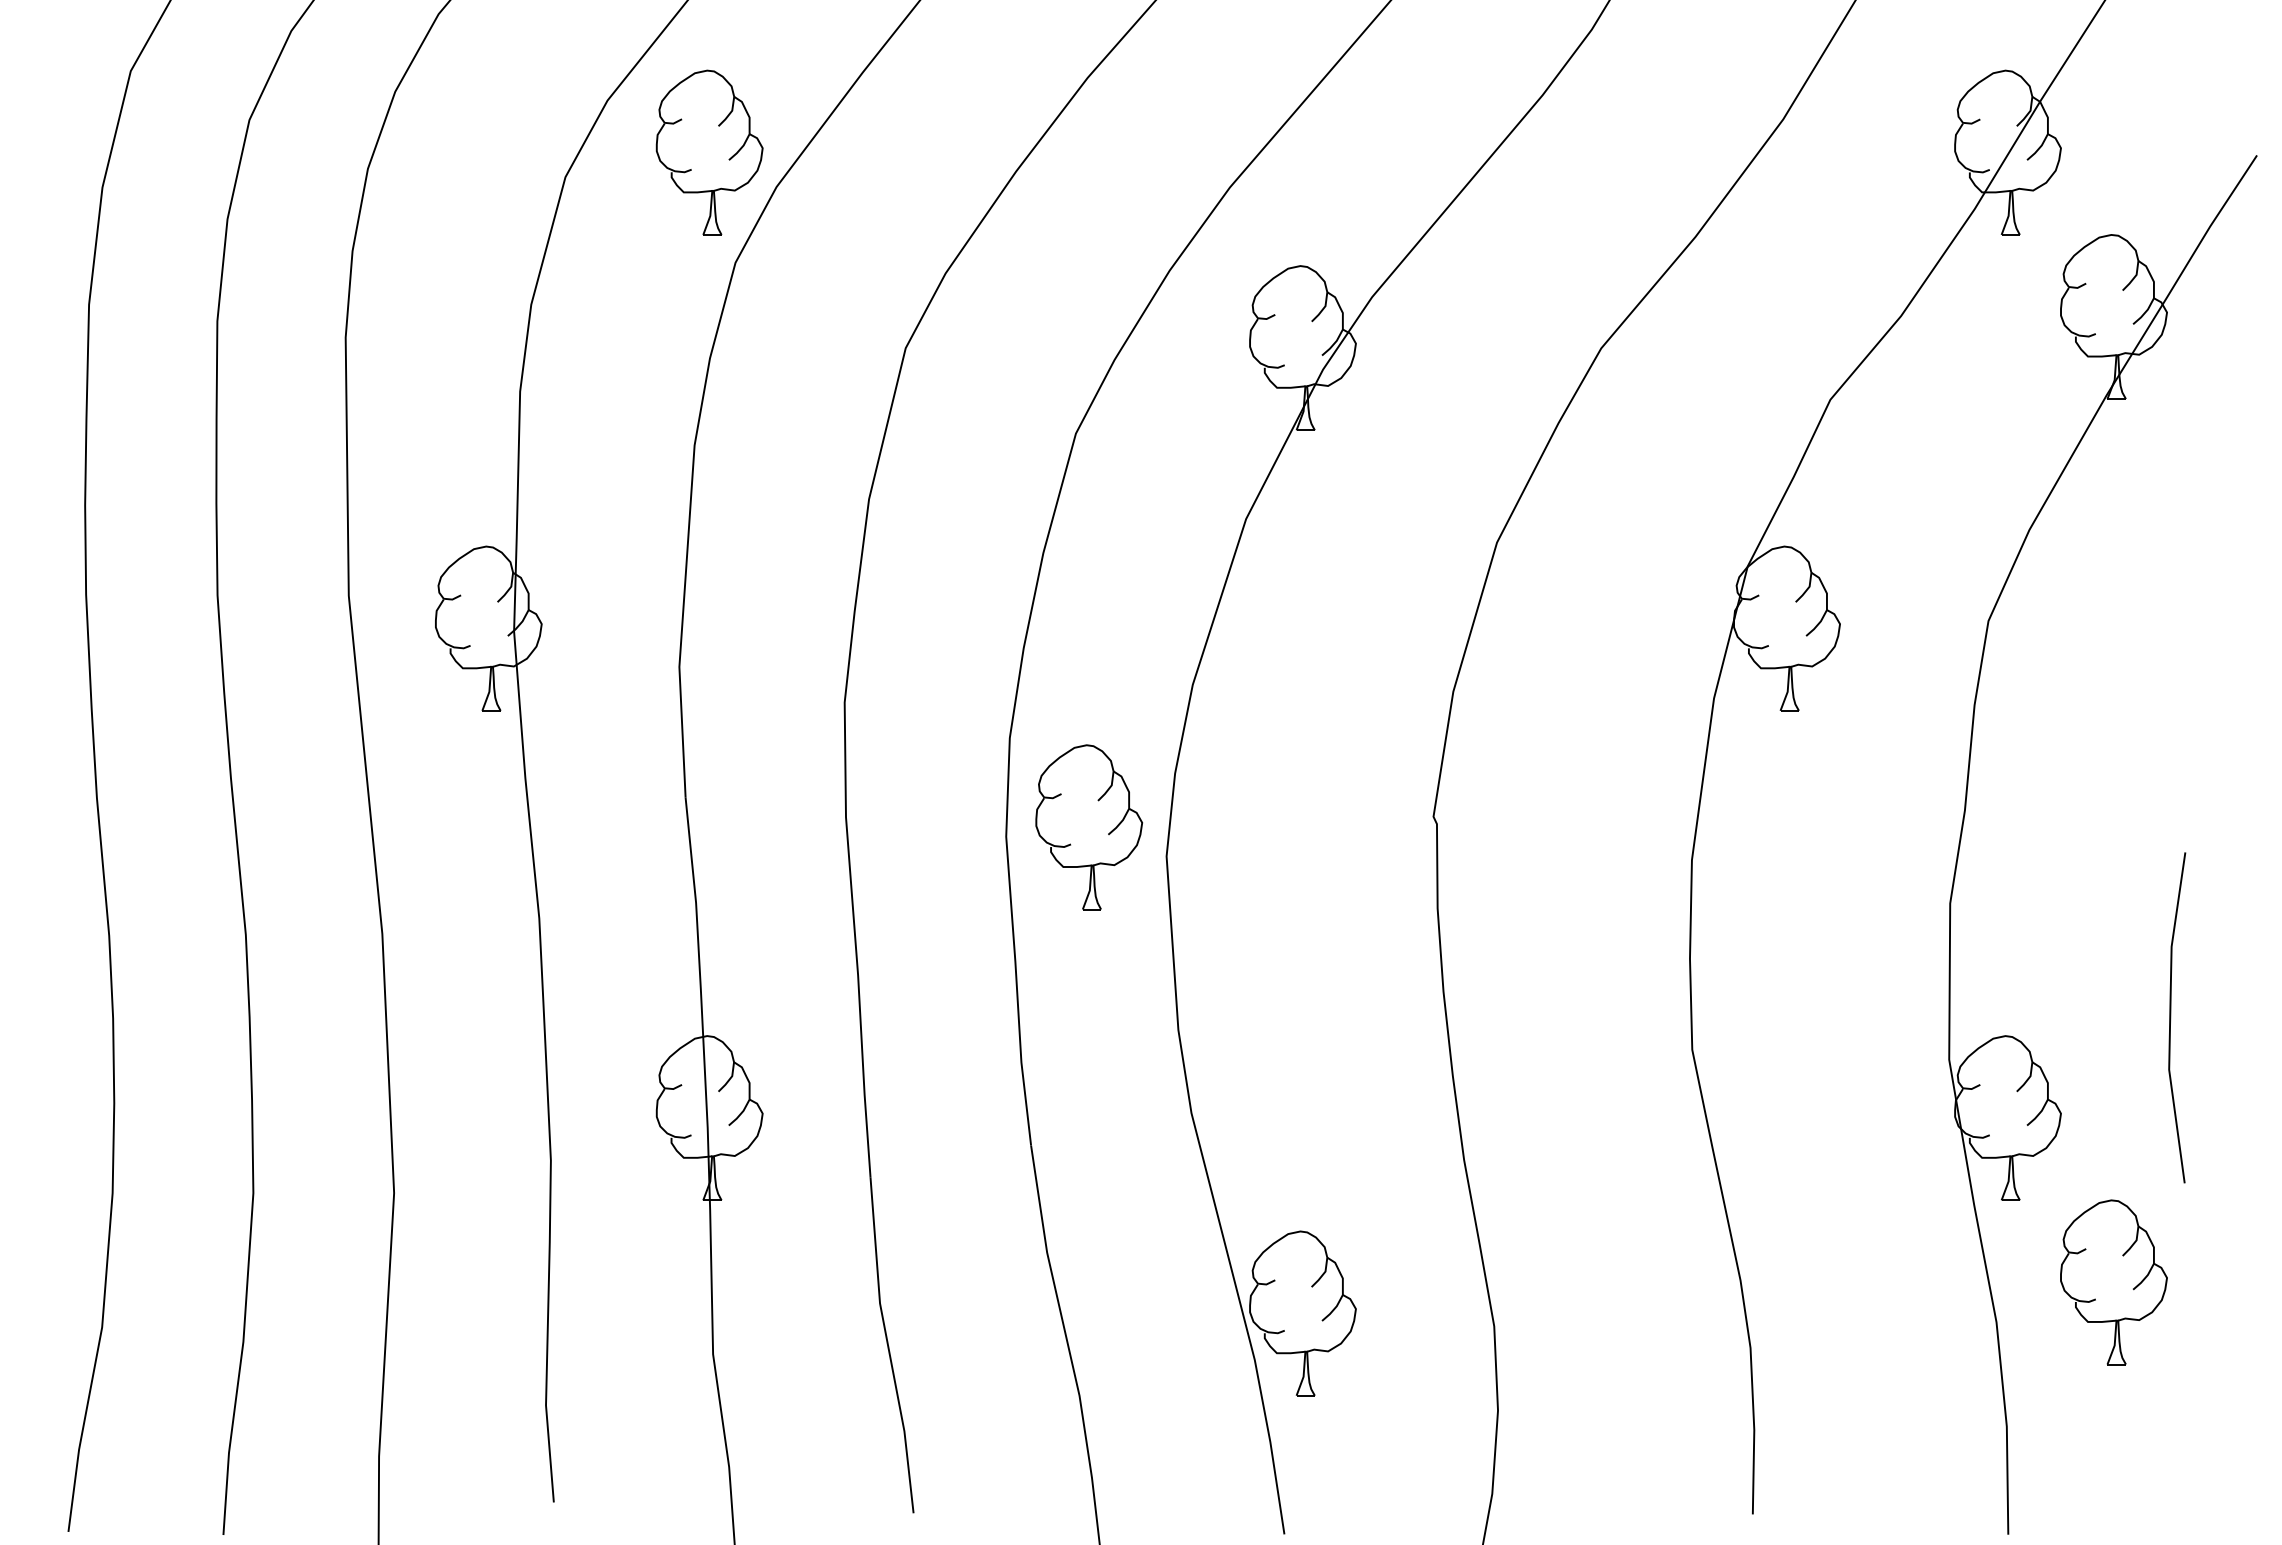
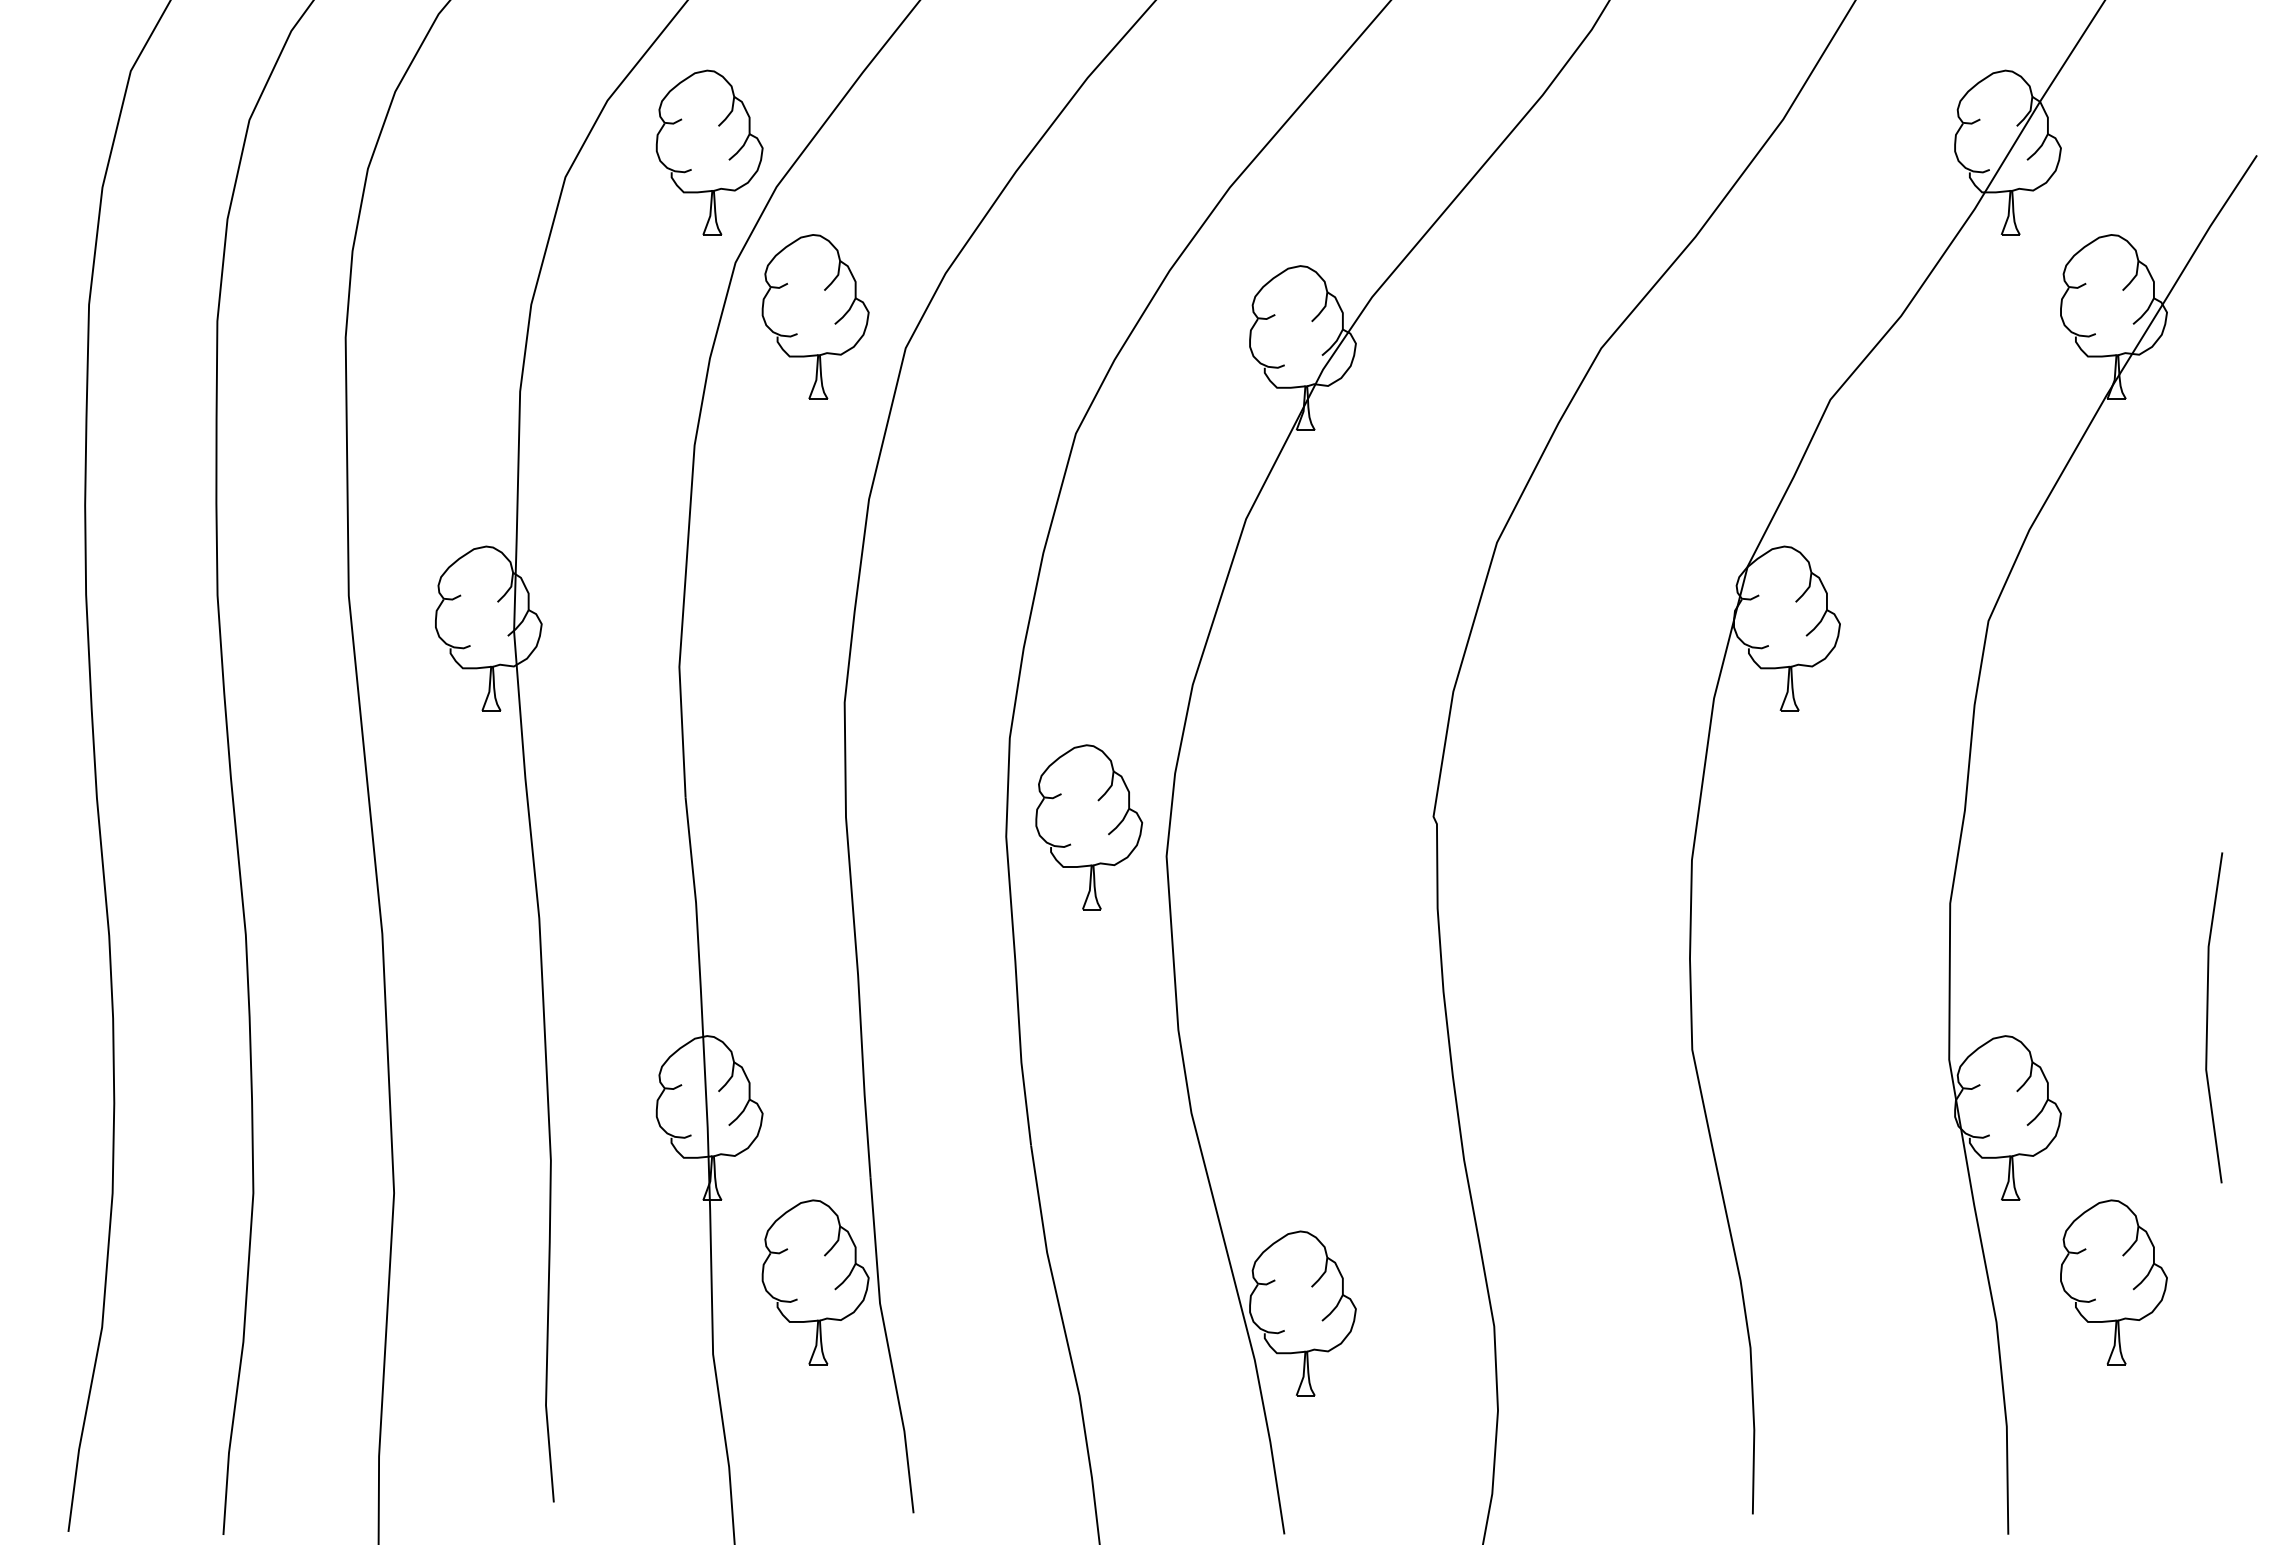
part at (815, 316): none -> present
line at (2171, 1017) position: (2171, 1017) -> (2208, 1017)
part at (815, 1282): none -> present
